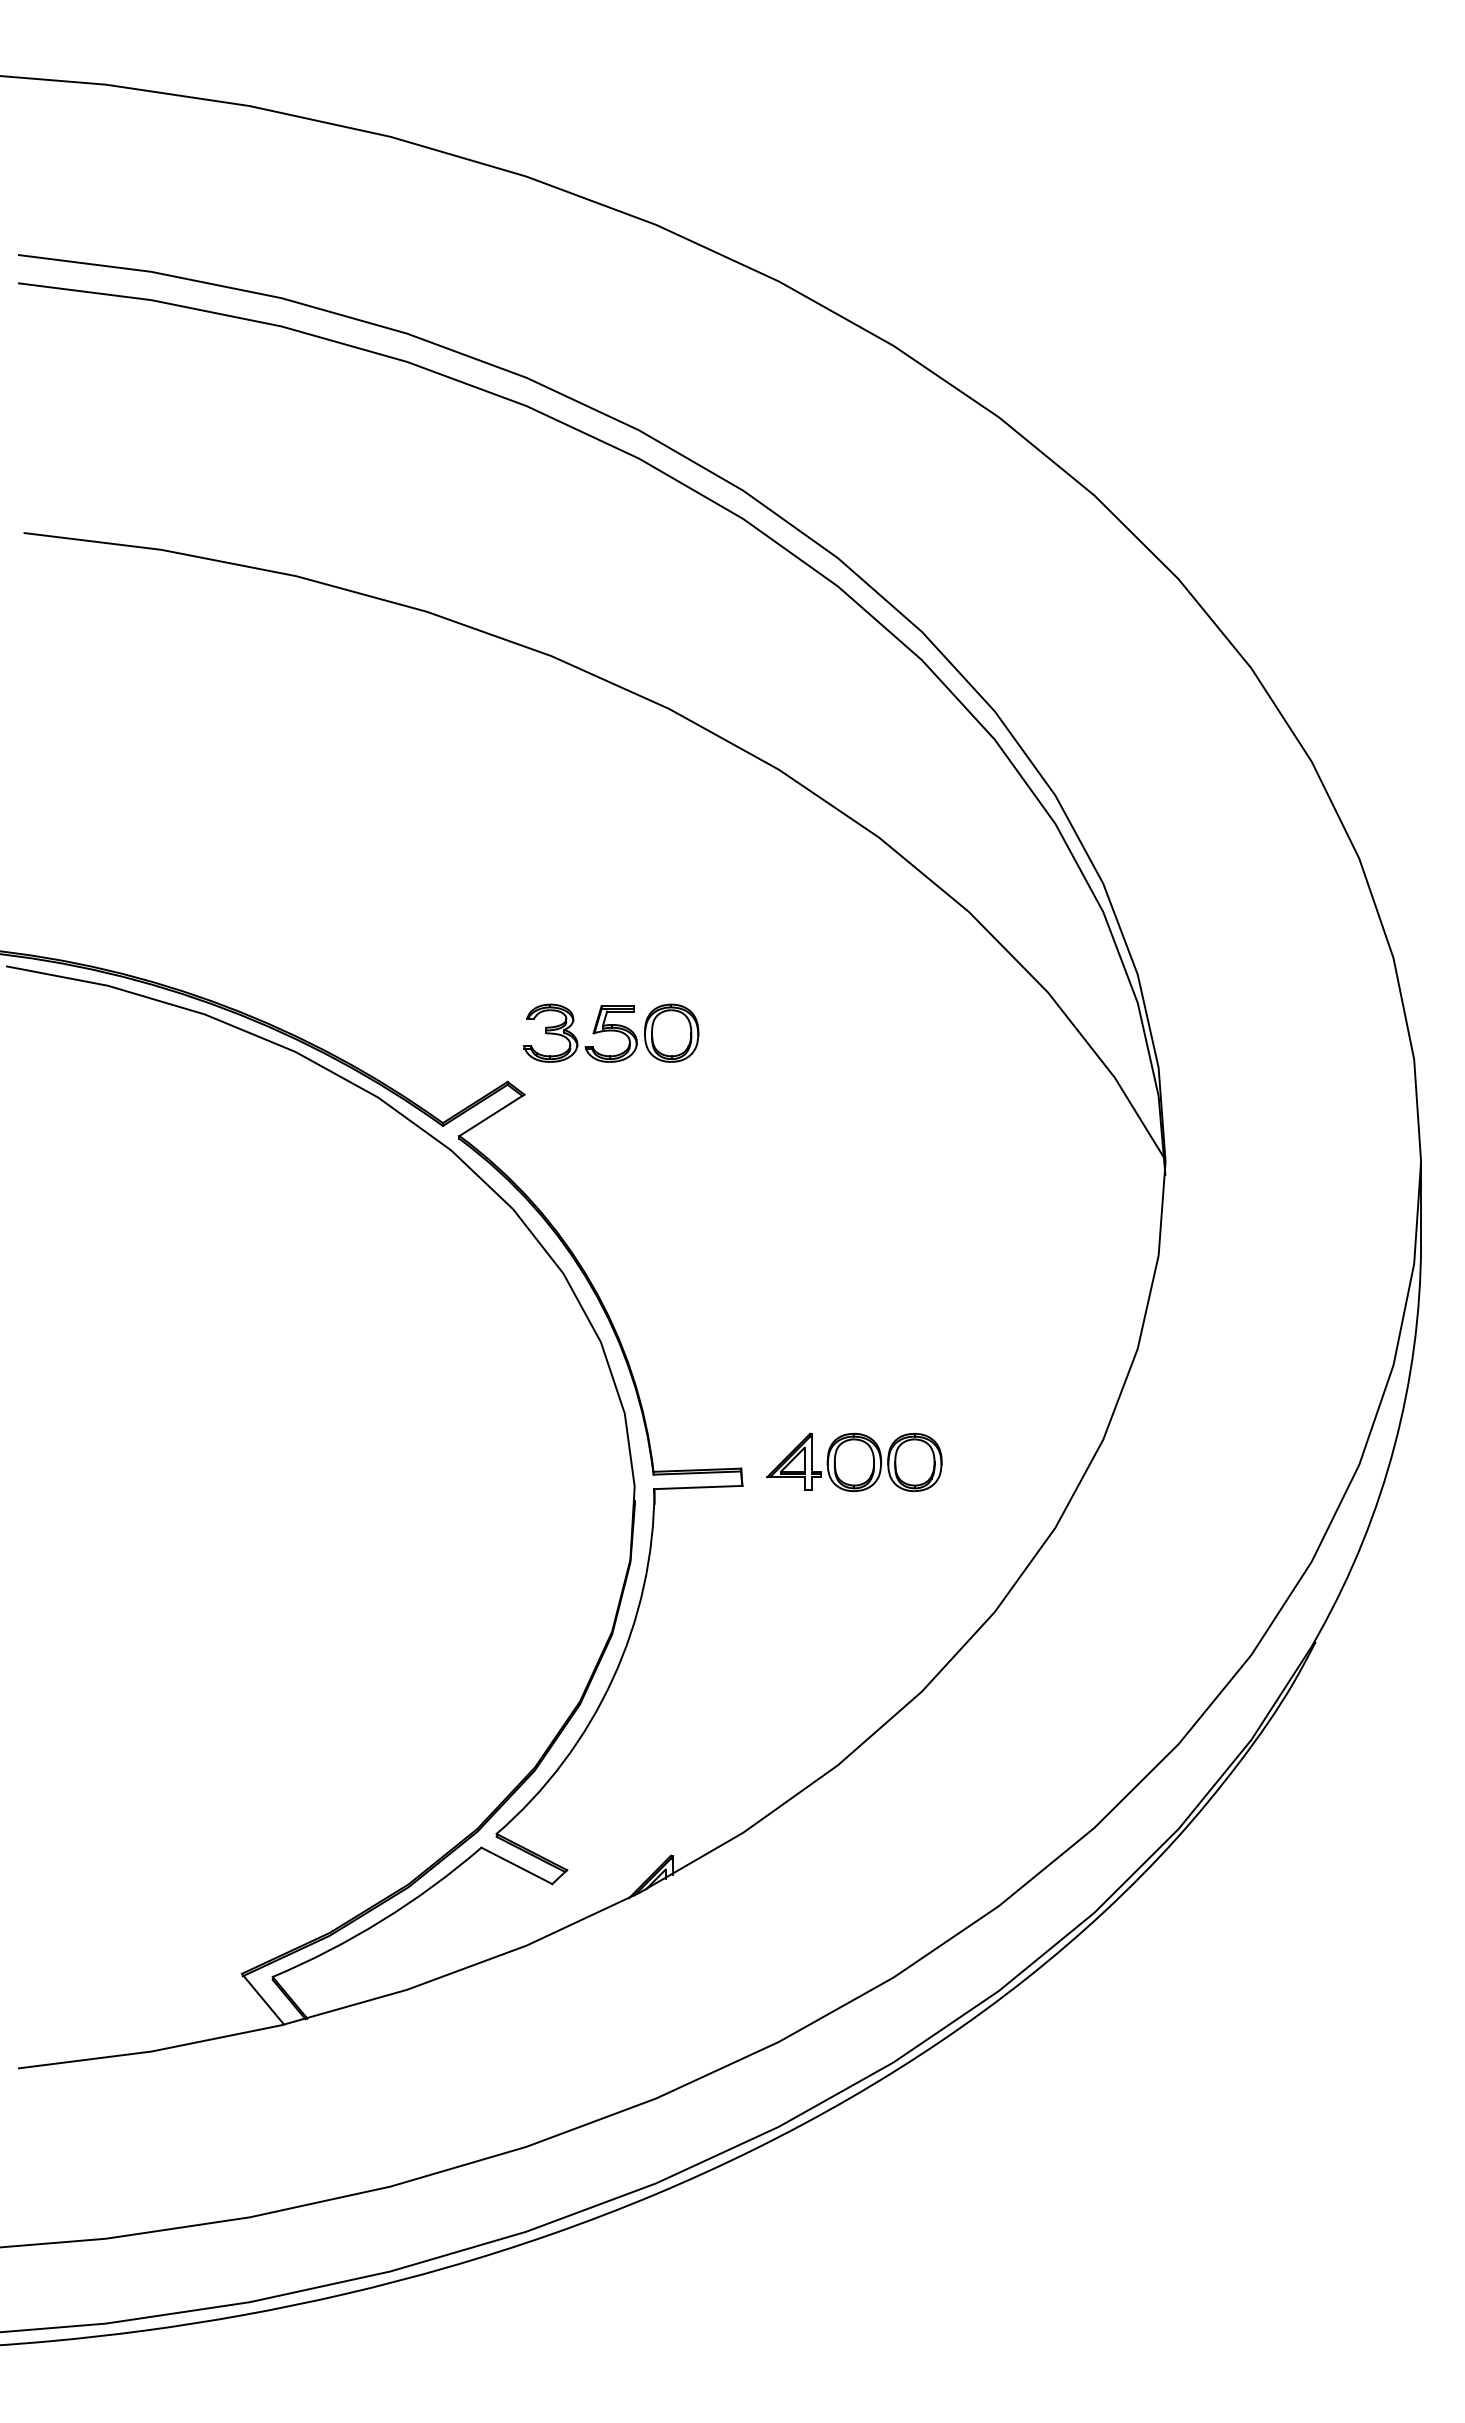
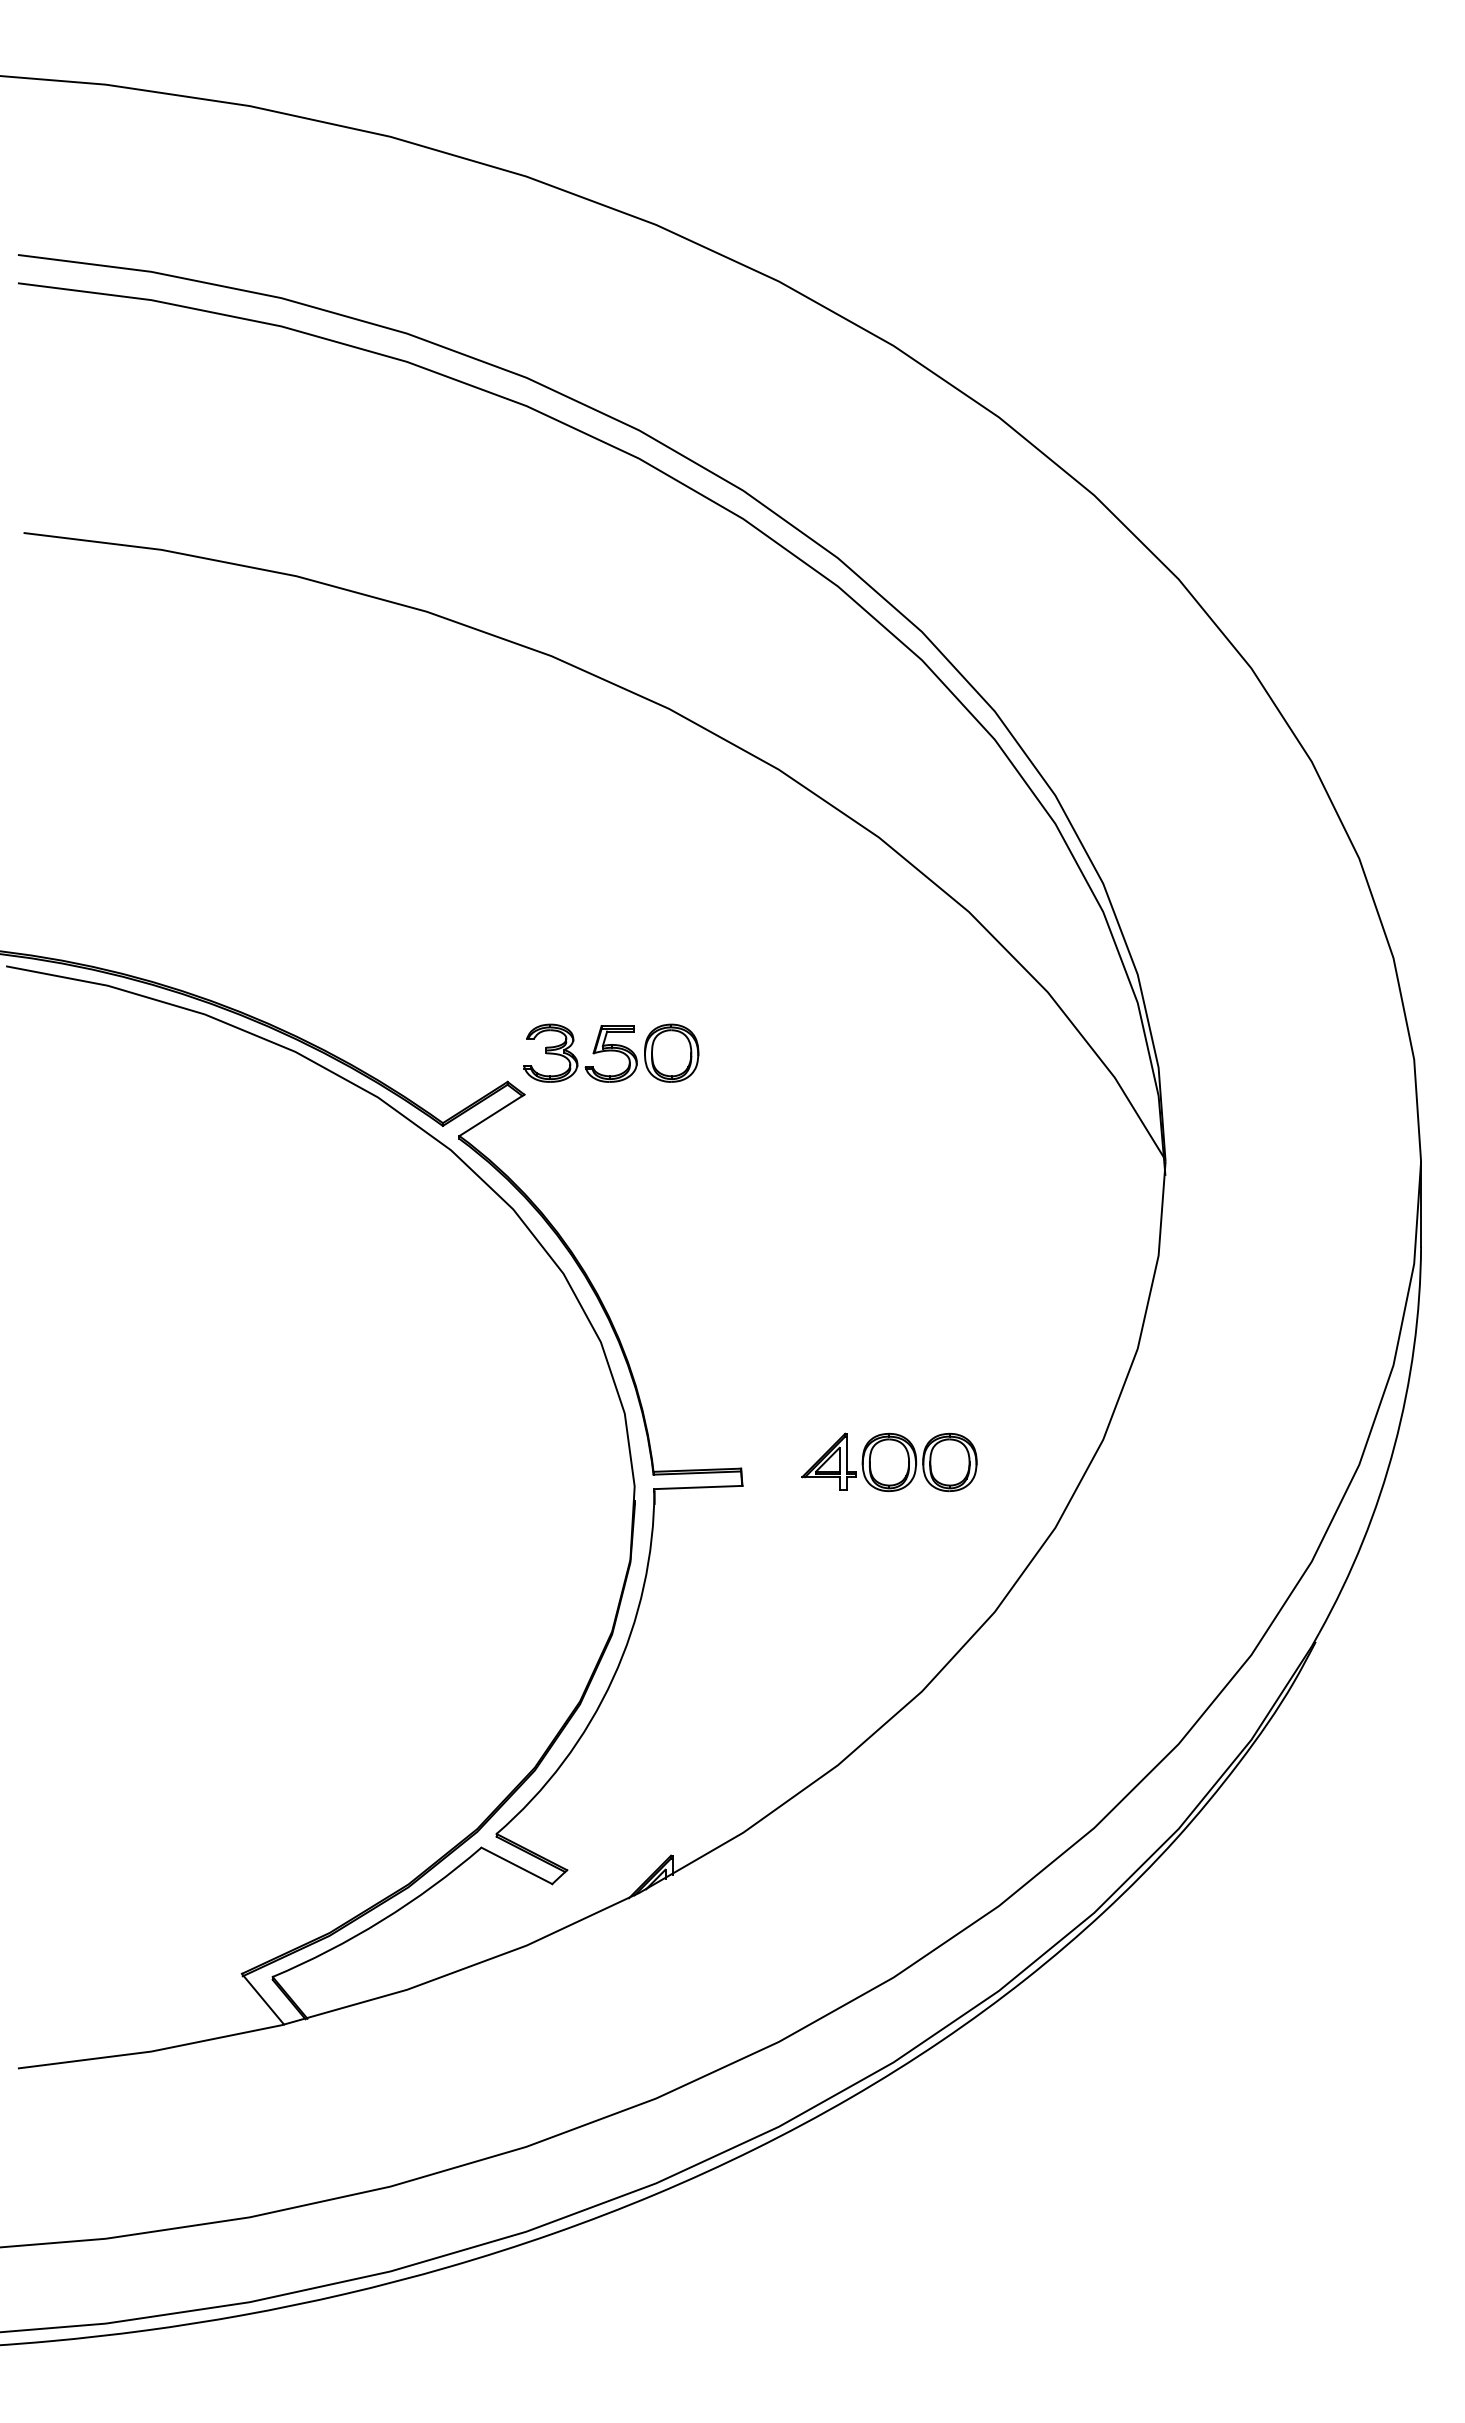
part at (611, 1032) position: (611, 1032) -> (611, 1052)
part at (854, 1462) position: (854, 1462) -> (889, 1462)
